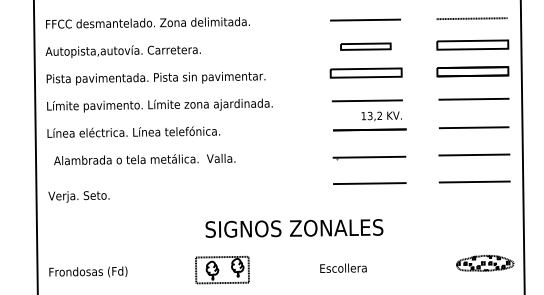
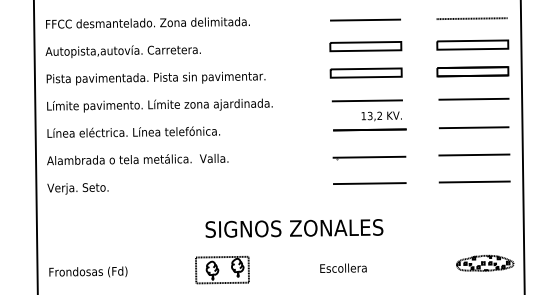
part at (365, 46) size: 52x9 px -> 74x12 px
text at (144, 159) position: (144, 159) -> (137, 159)
text at (78, 196) position: (78, 196) -> (77, 188)
